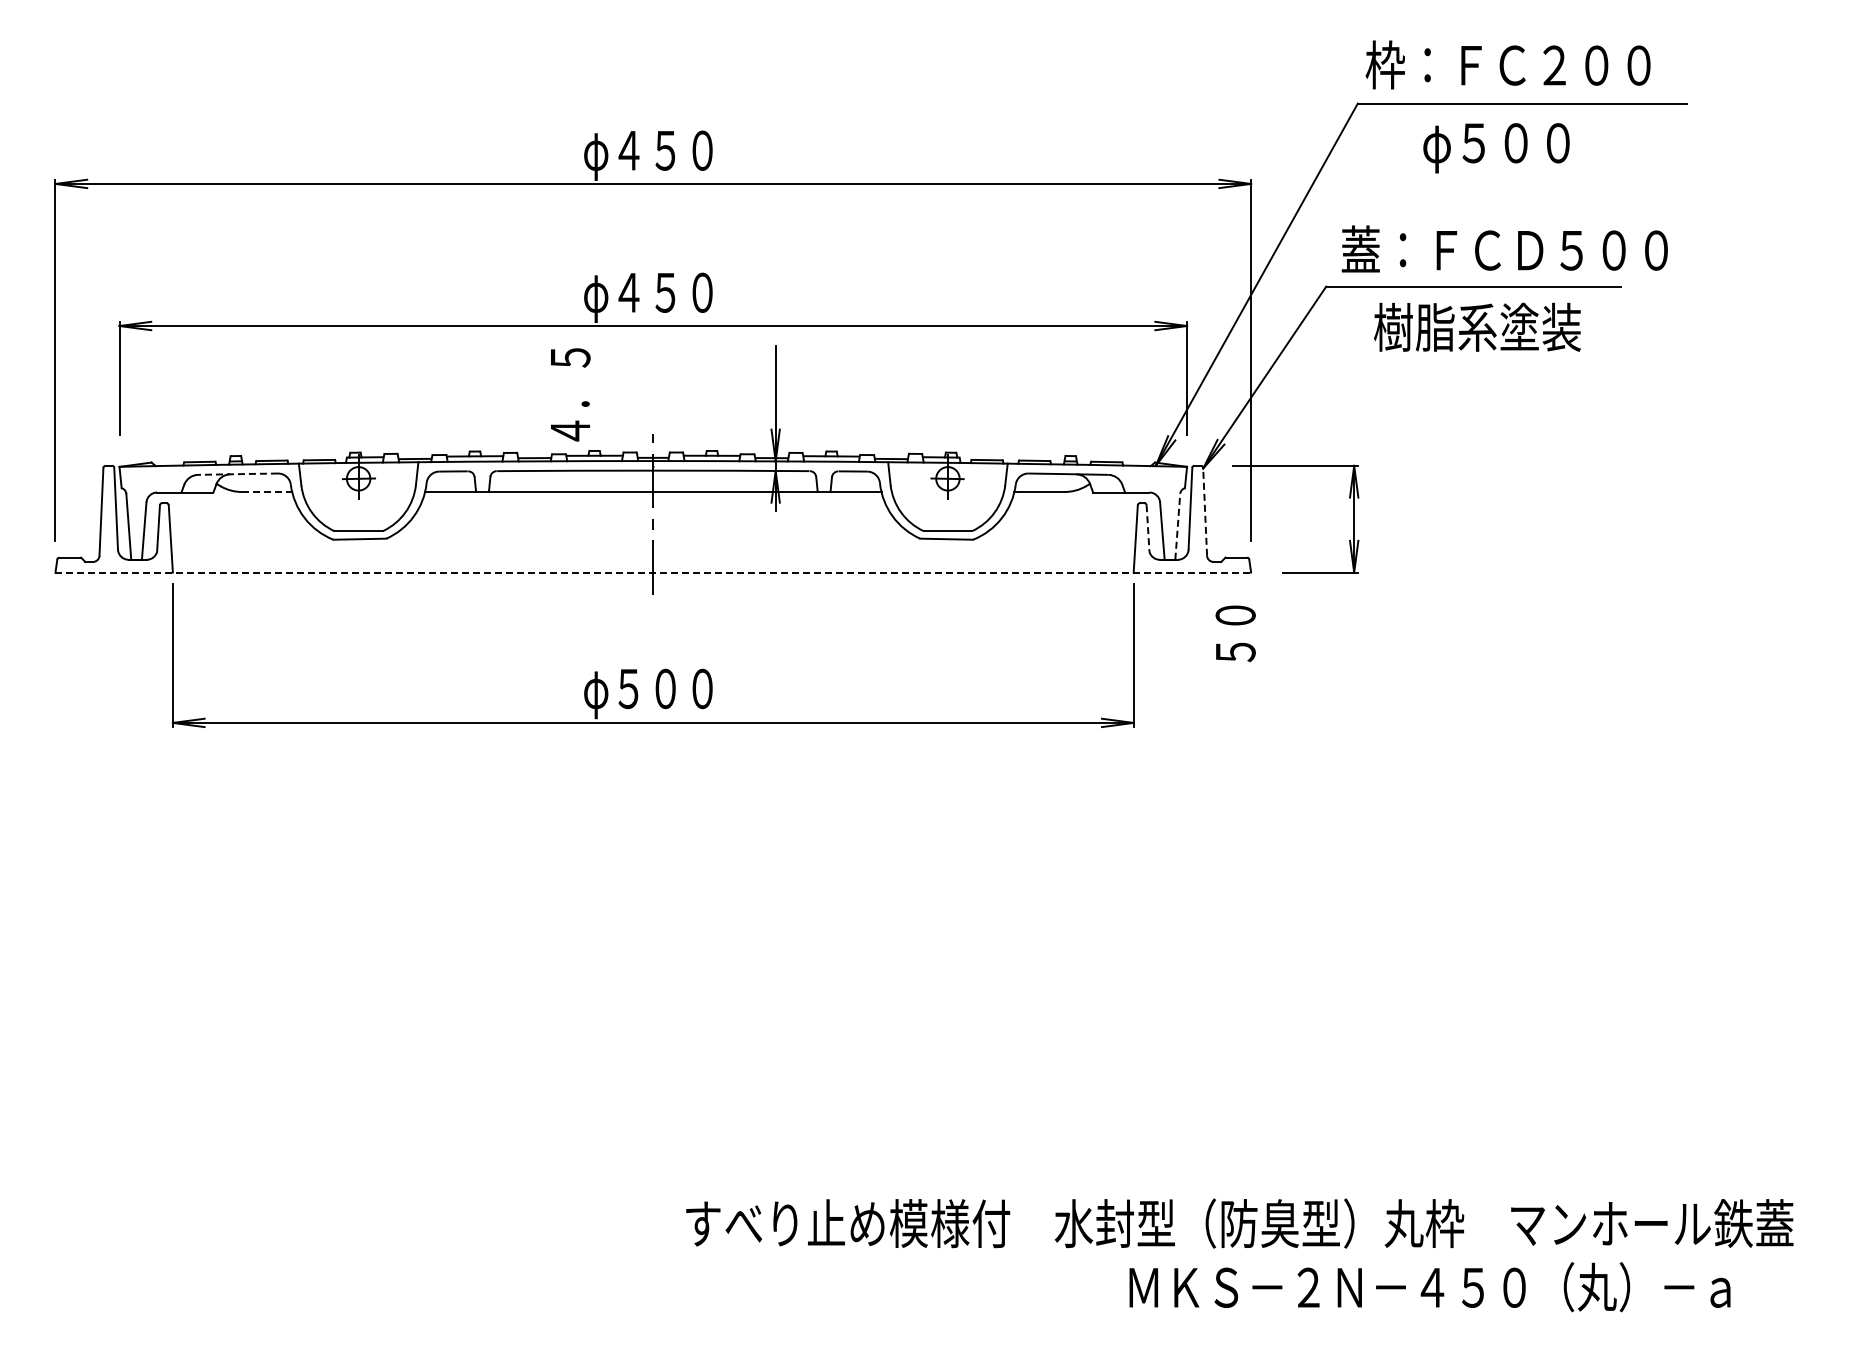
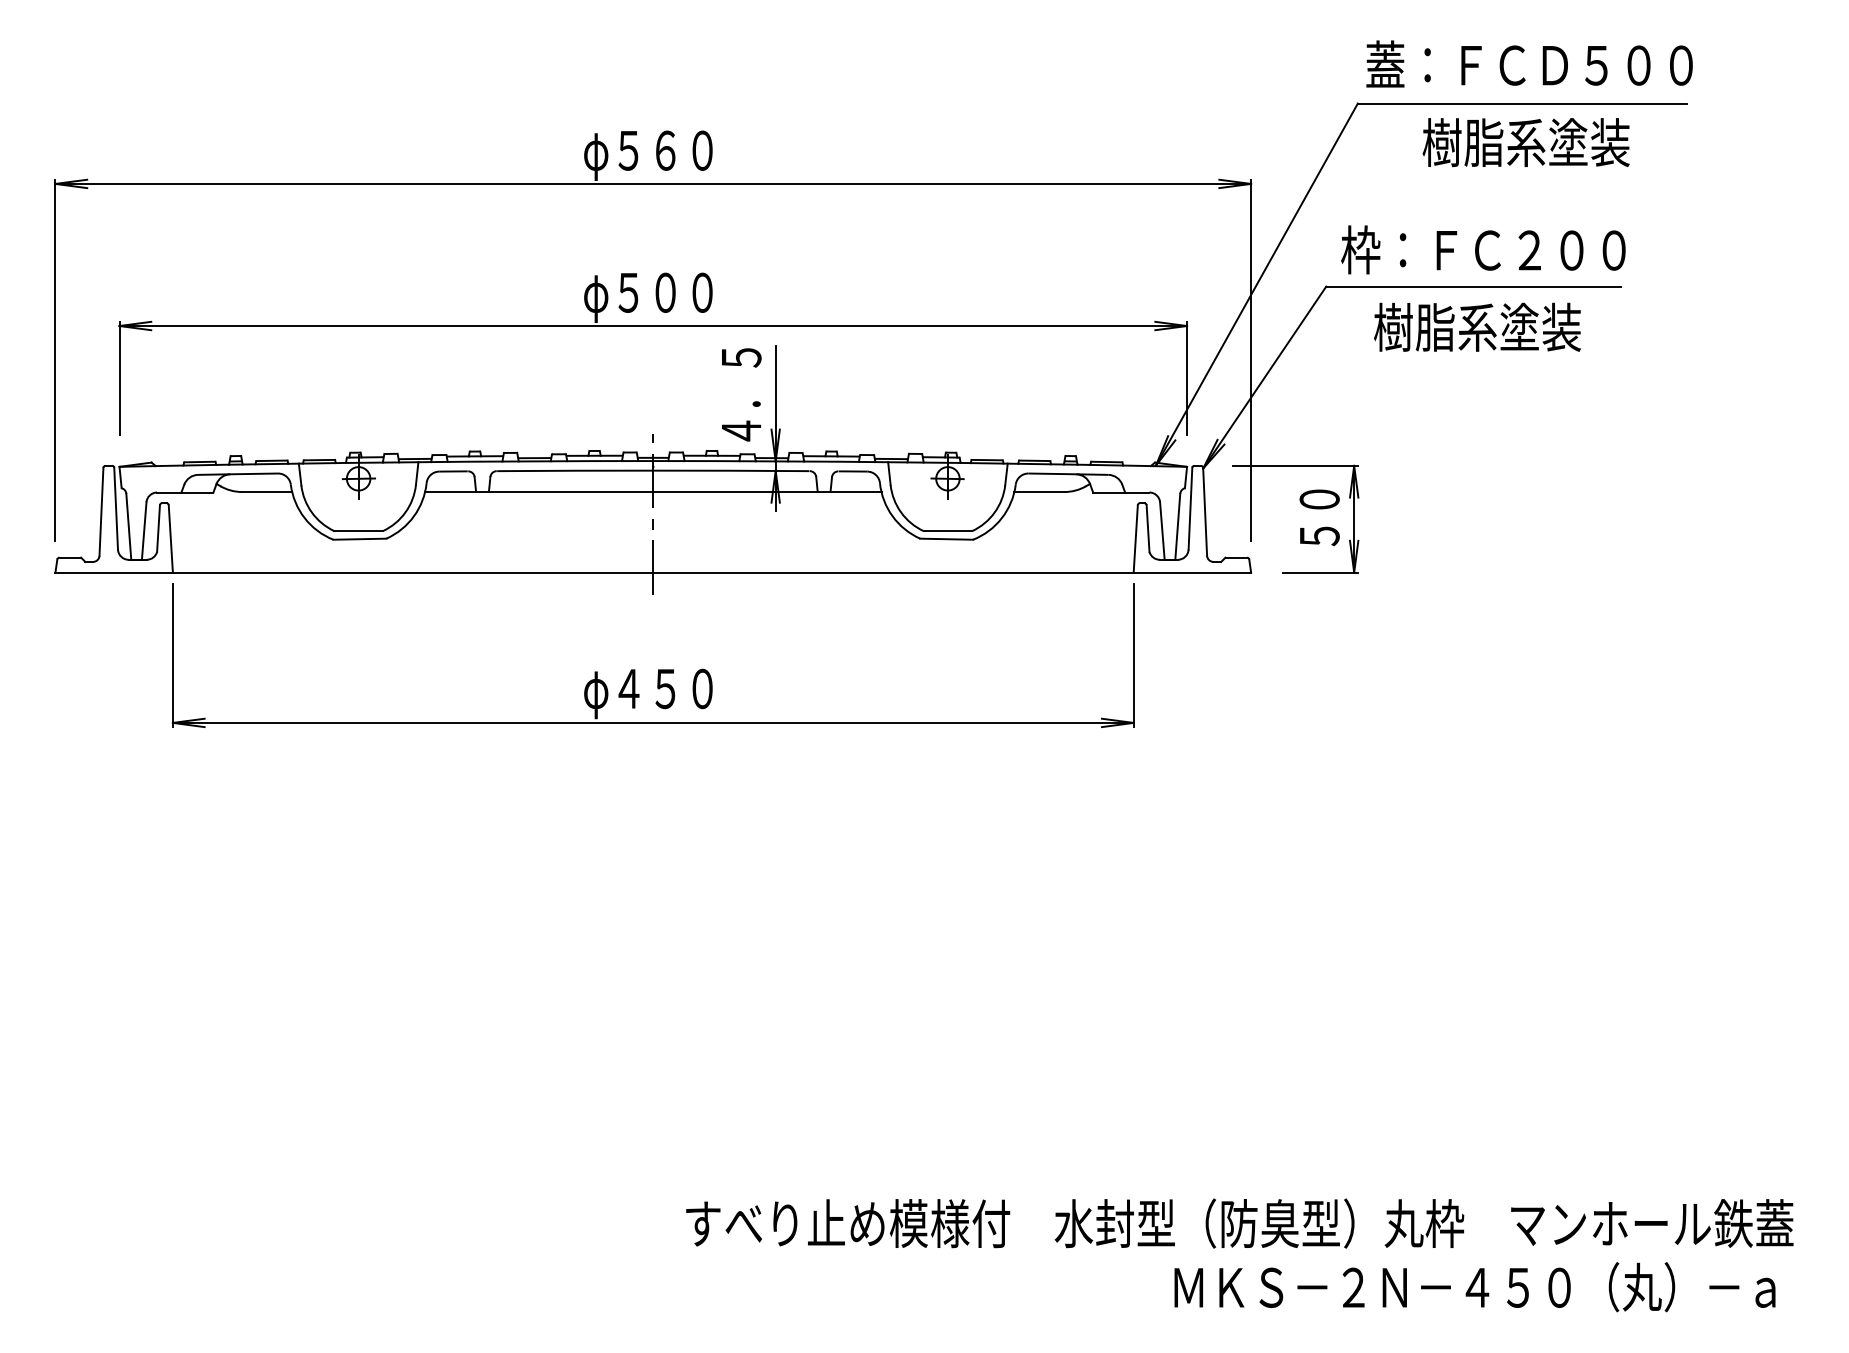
text at (1528, 64): 枠：ＦＣ２００ -> 蓋：ＦＣＤ５００
text at (1525, 145): φ５００ -> 樹脂系塗装
text at (646, 150): φ４５０ -> φ５６０
text at (1504, 249): 蓋：ＦＣＤ５００ -> 枠：ＦＣ２００
text at (646, 292): φ４５０ -> φ５００
text at (570, 394) position: (570, 394) -> (741, 394)
arc at (238, 474): dashed -> solid
line at (267, 492): dashed -> solid
line at (1205, 511): dashed -> solid
line at (1177, 526): dashed -> solid
line at (1148, 529): dashed -> solid
line at (653, 572): dashed -> solid
text at (1235, 633) position: (1235, 633) -> (1319, 517)
text at (646, 688): φ５００ -> φ４５０
text at (1429, 1287) position: (1429, 1287) -> (1474, 1287)
